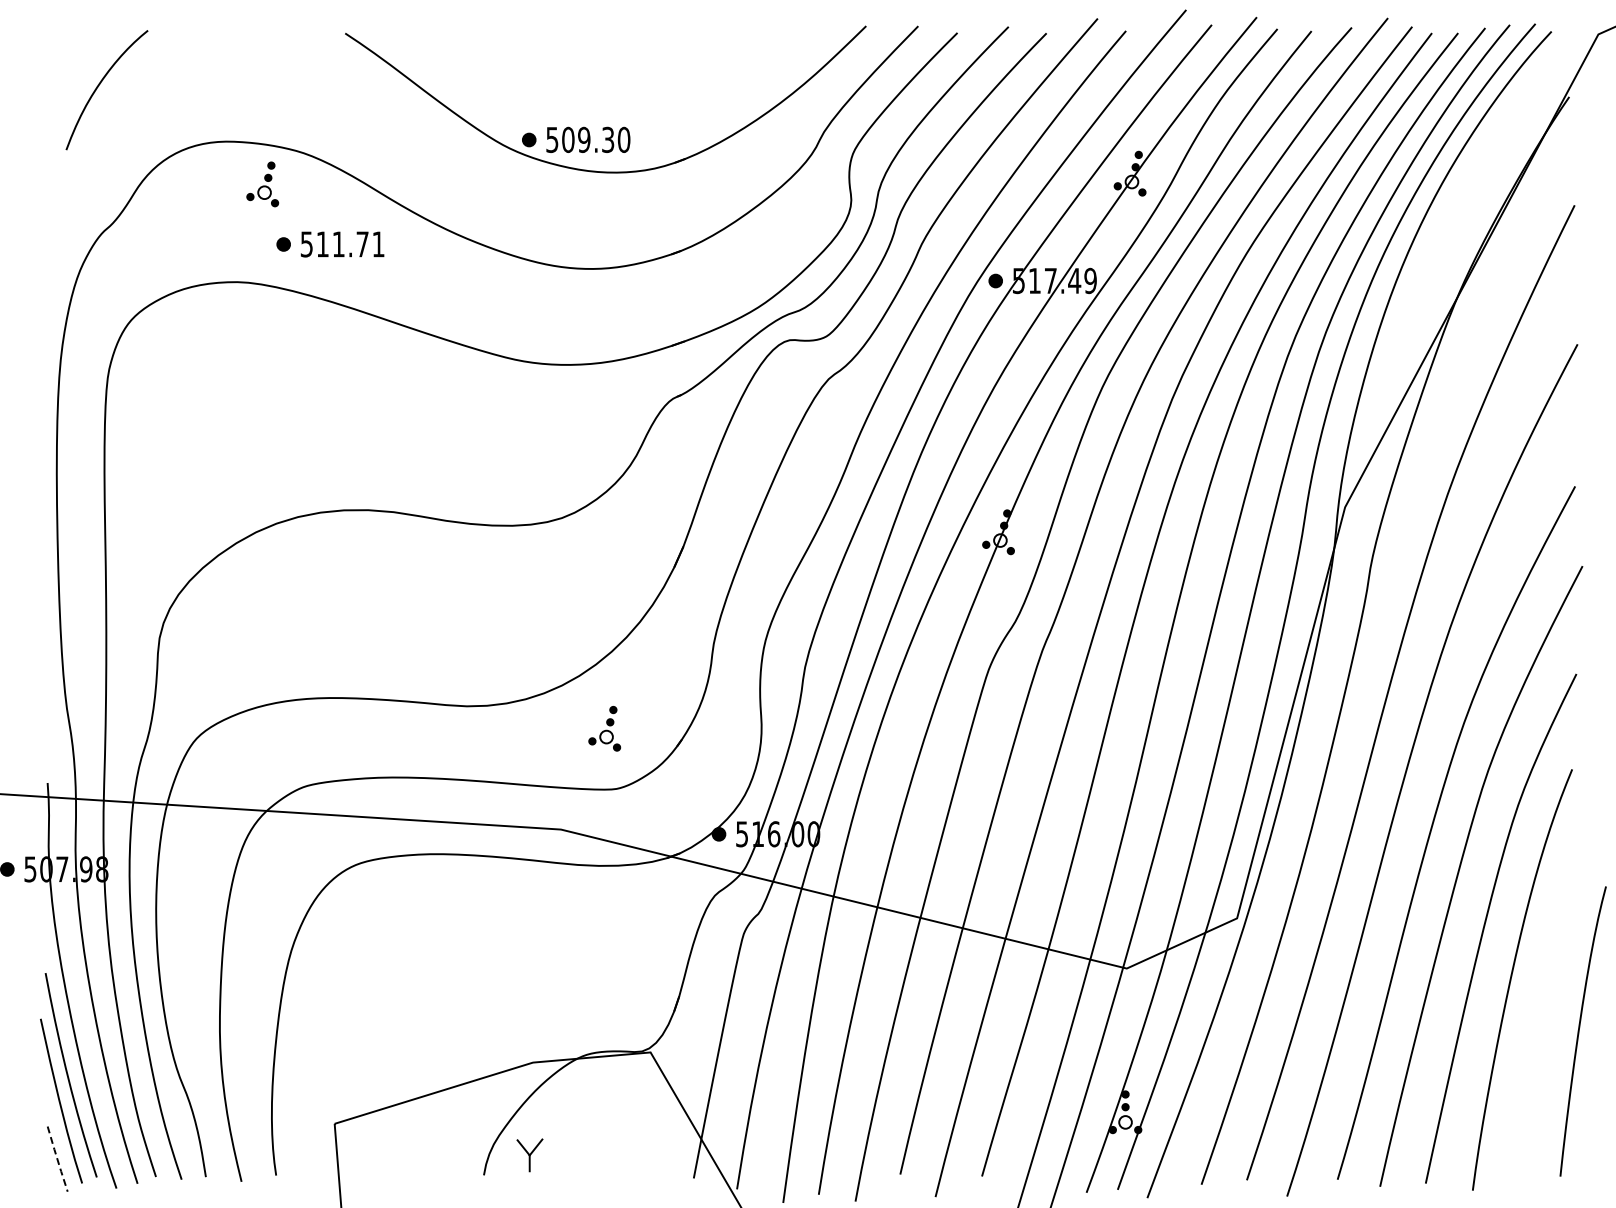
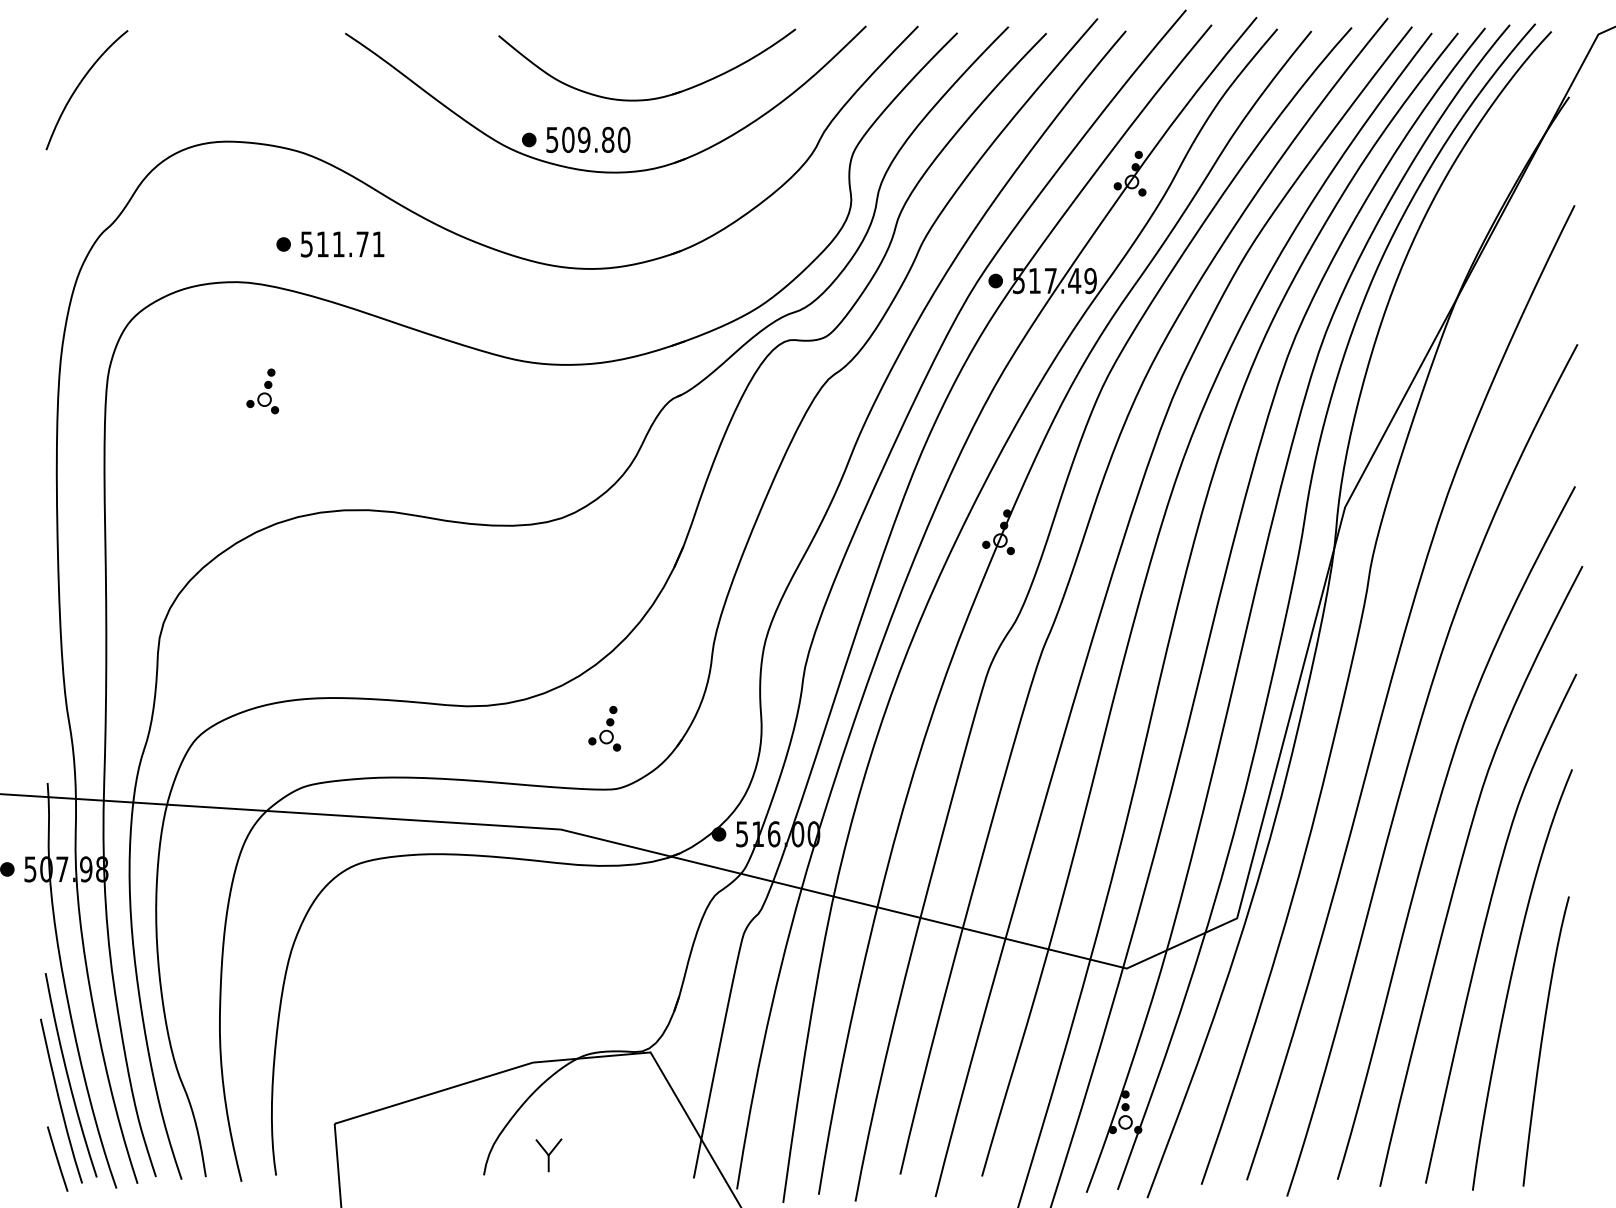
curve at (100, 84) position: (100, 84) -> (80, 84)
part at (655, 97): none -> present
text at (608, 139): 509.30 -> 509.80
part at (262, 184) position: (262, 184) -> (262, 391)
curve at (1579, 1031) position: (1579, 1031) -> (1542, 1041)
part at (529, 1155) position: (529, 1155) -> (548, 1155)
line at (57, 1159): dashed -> solid
